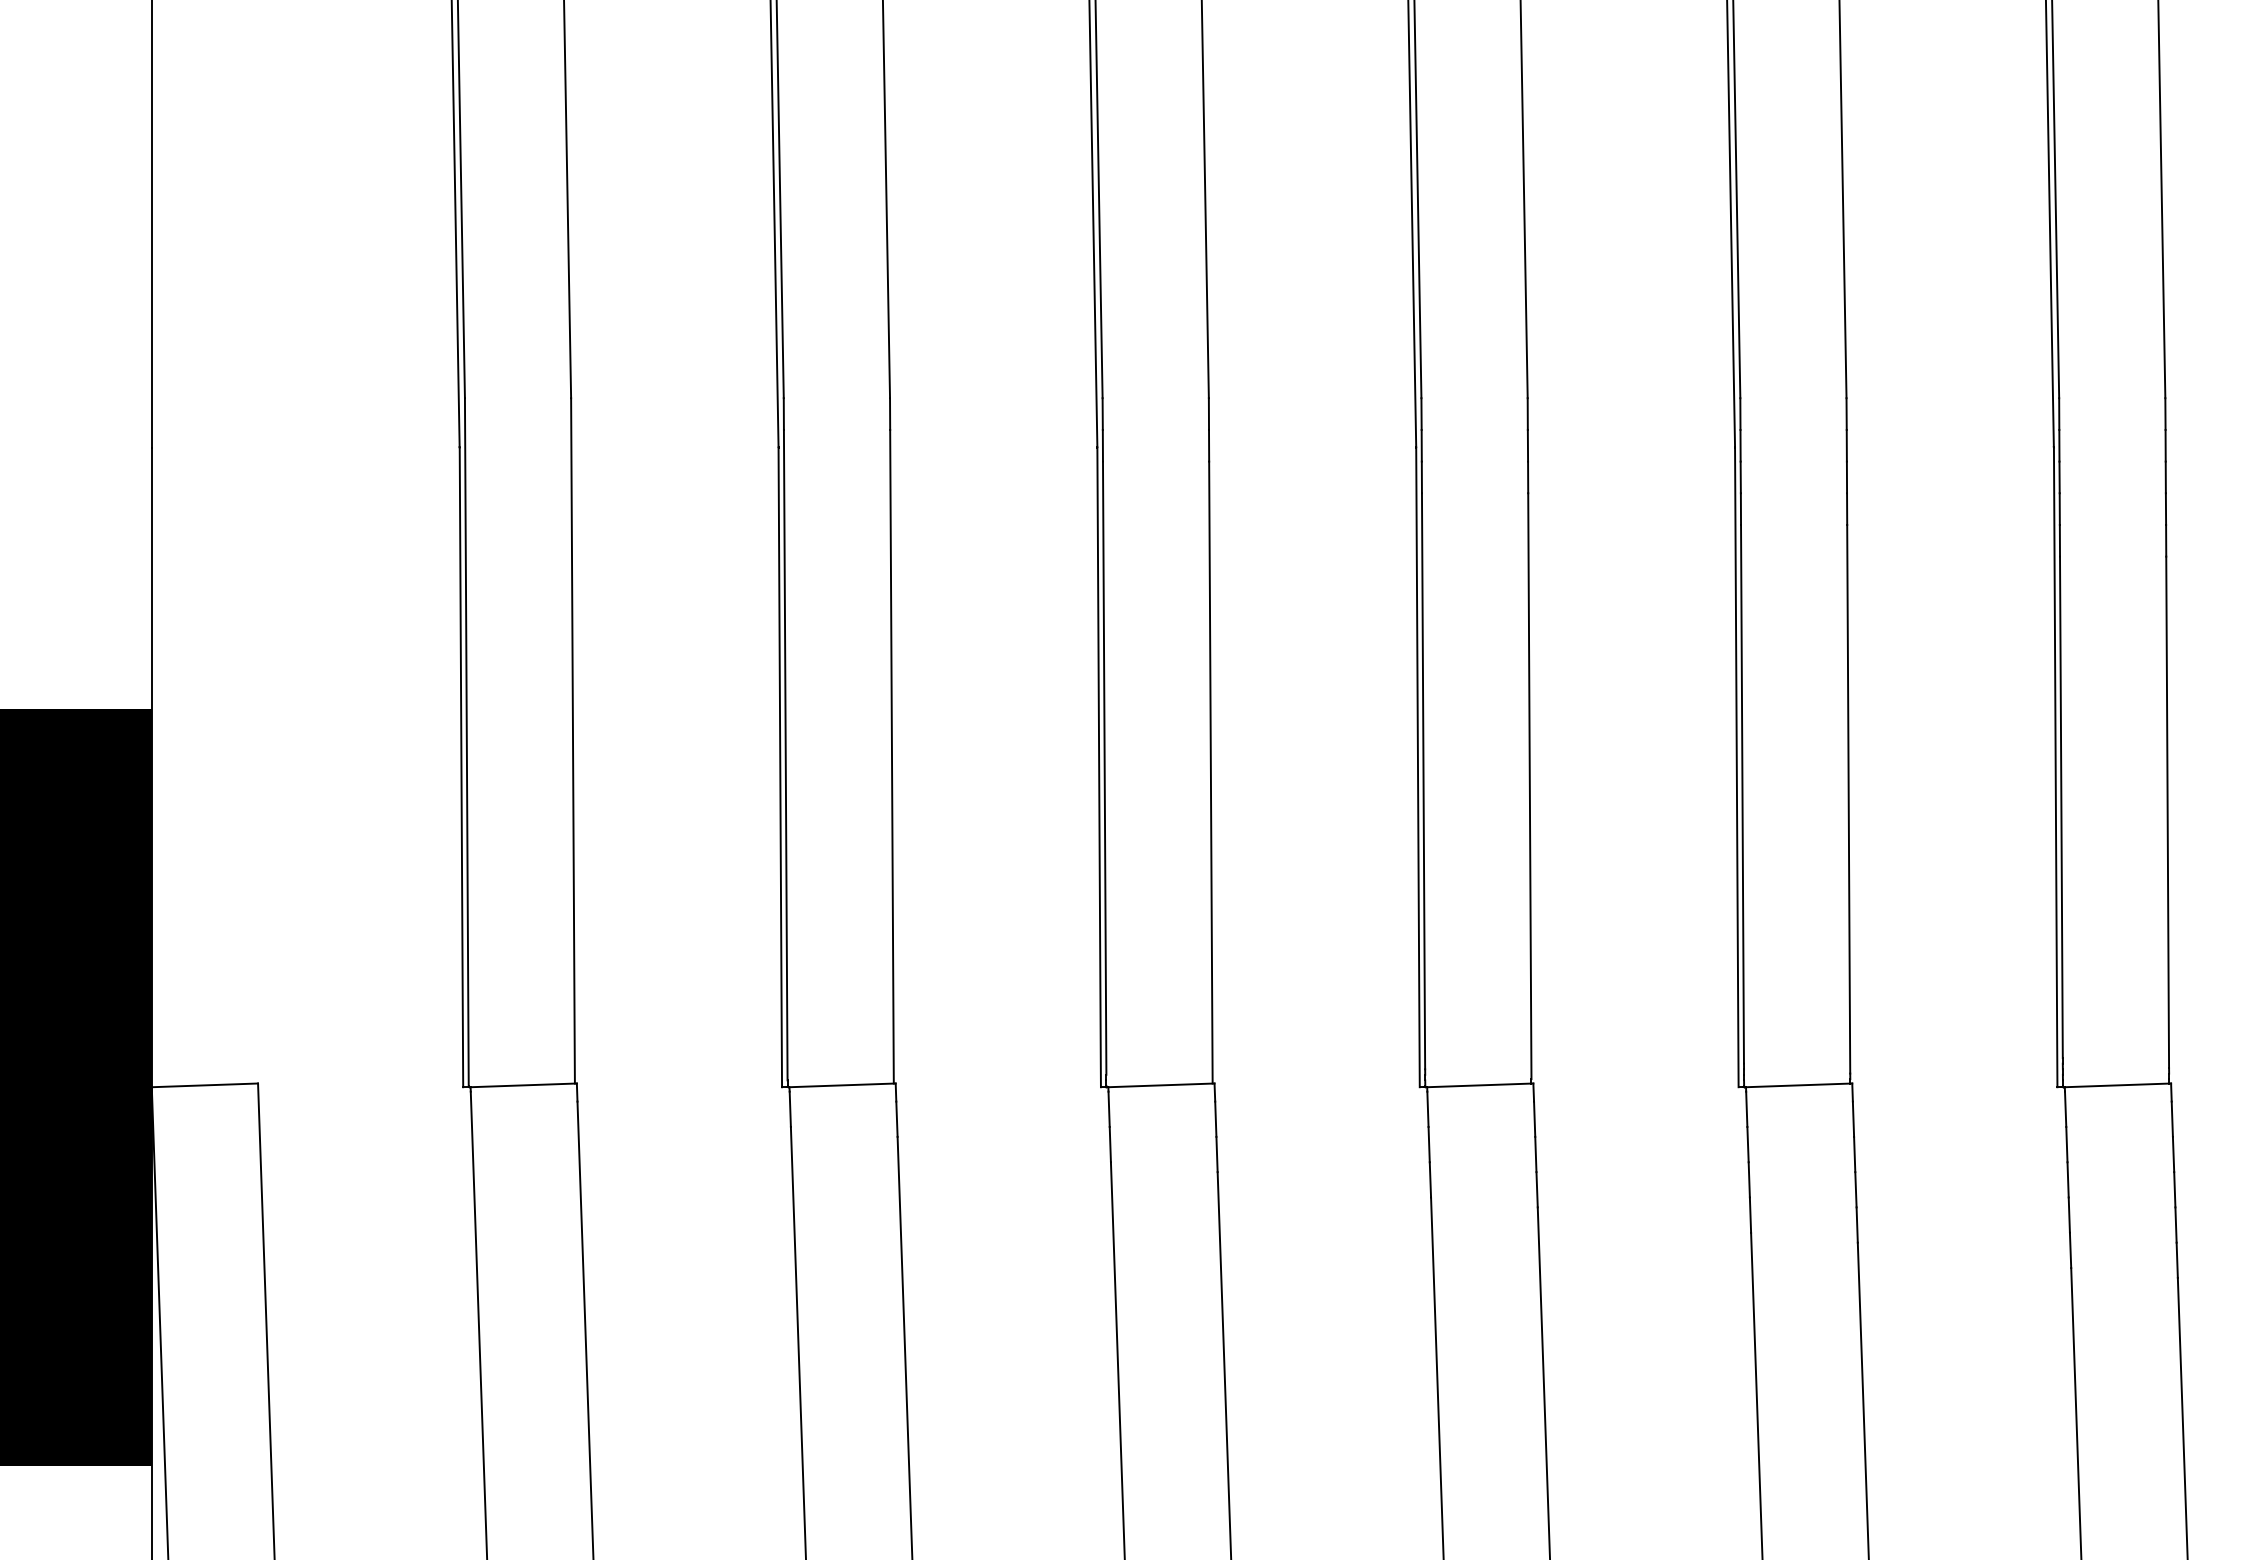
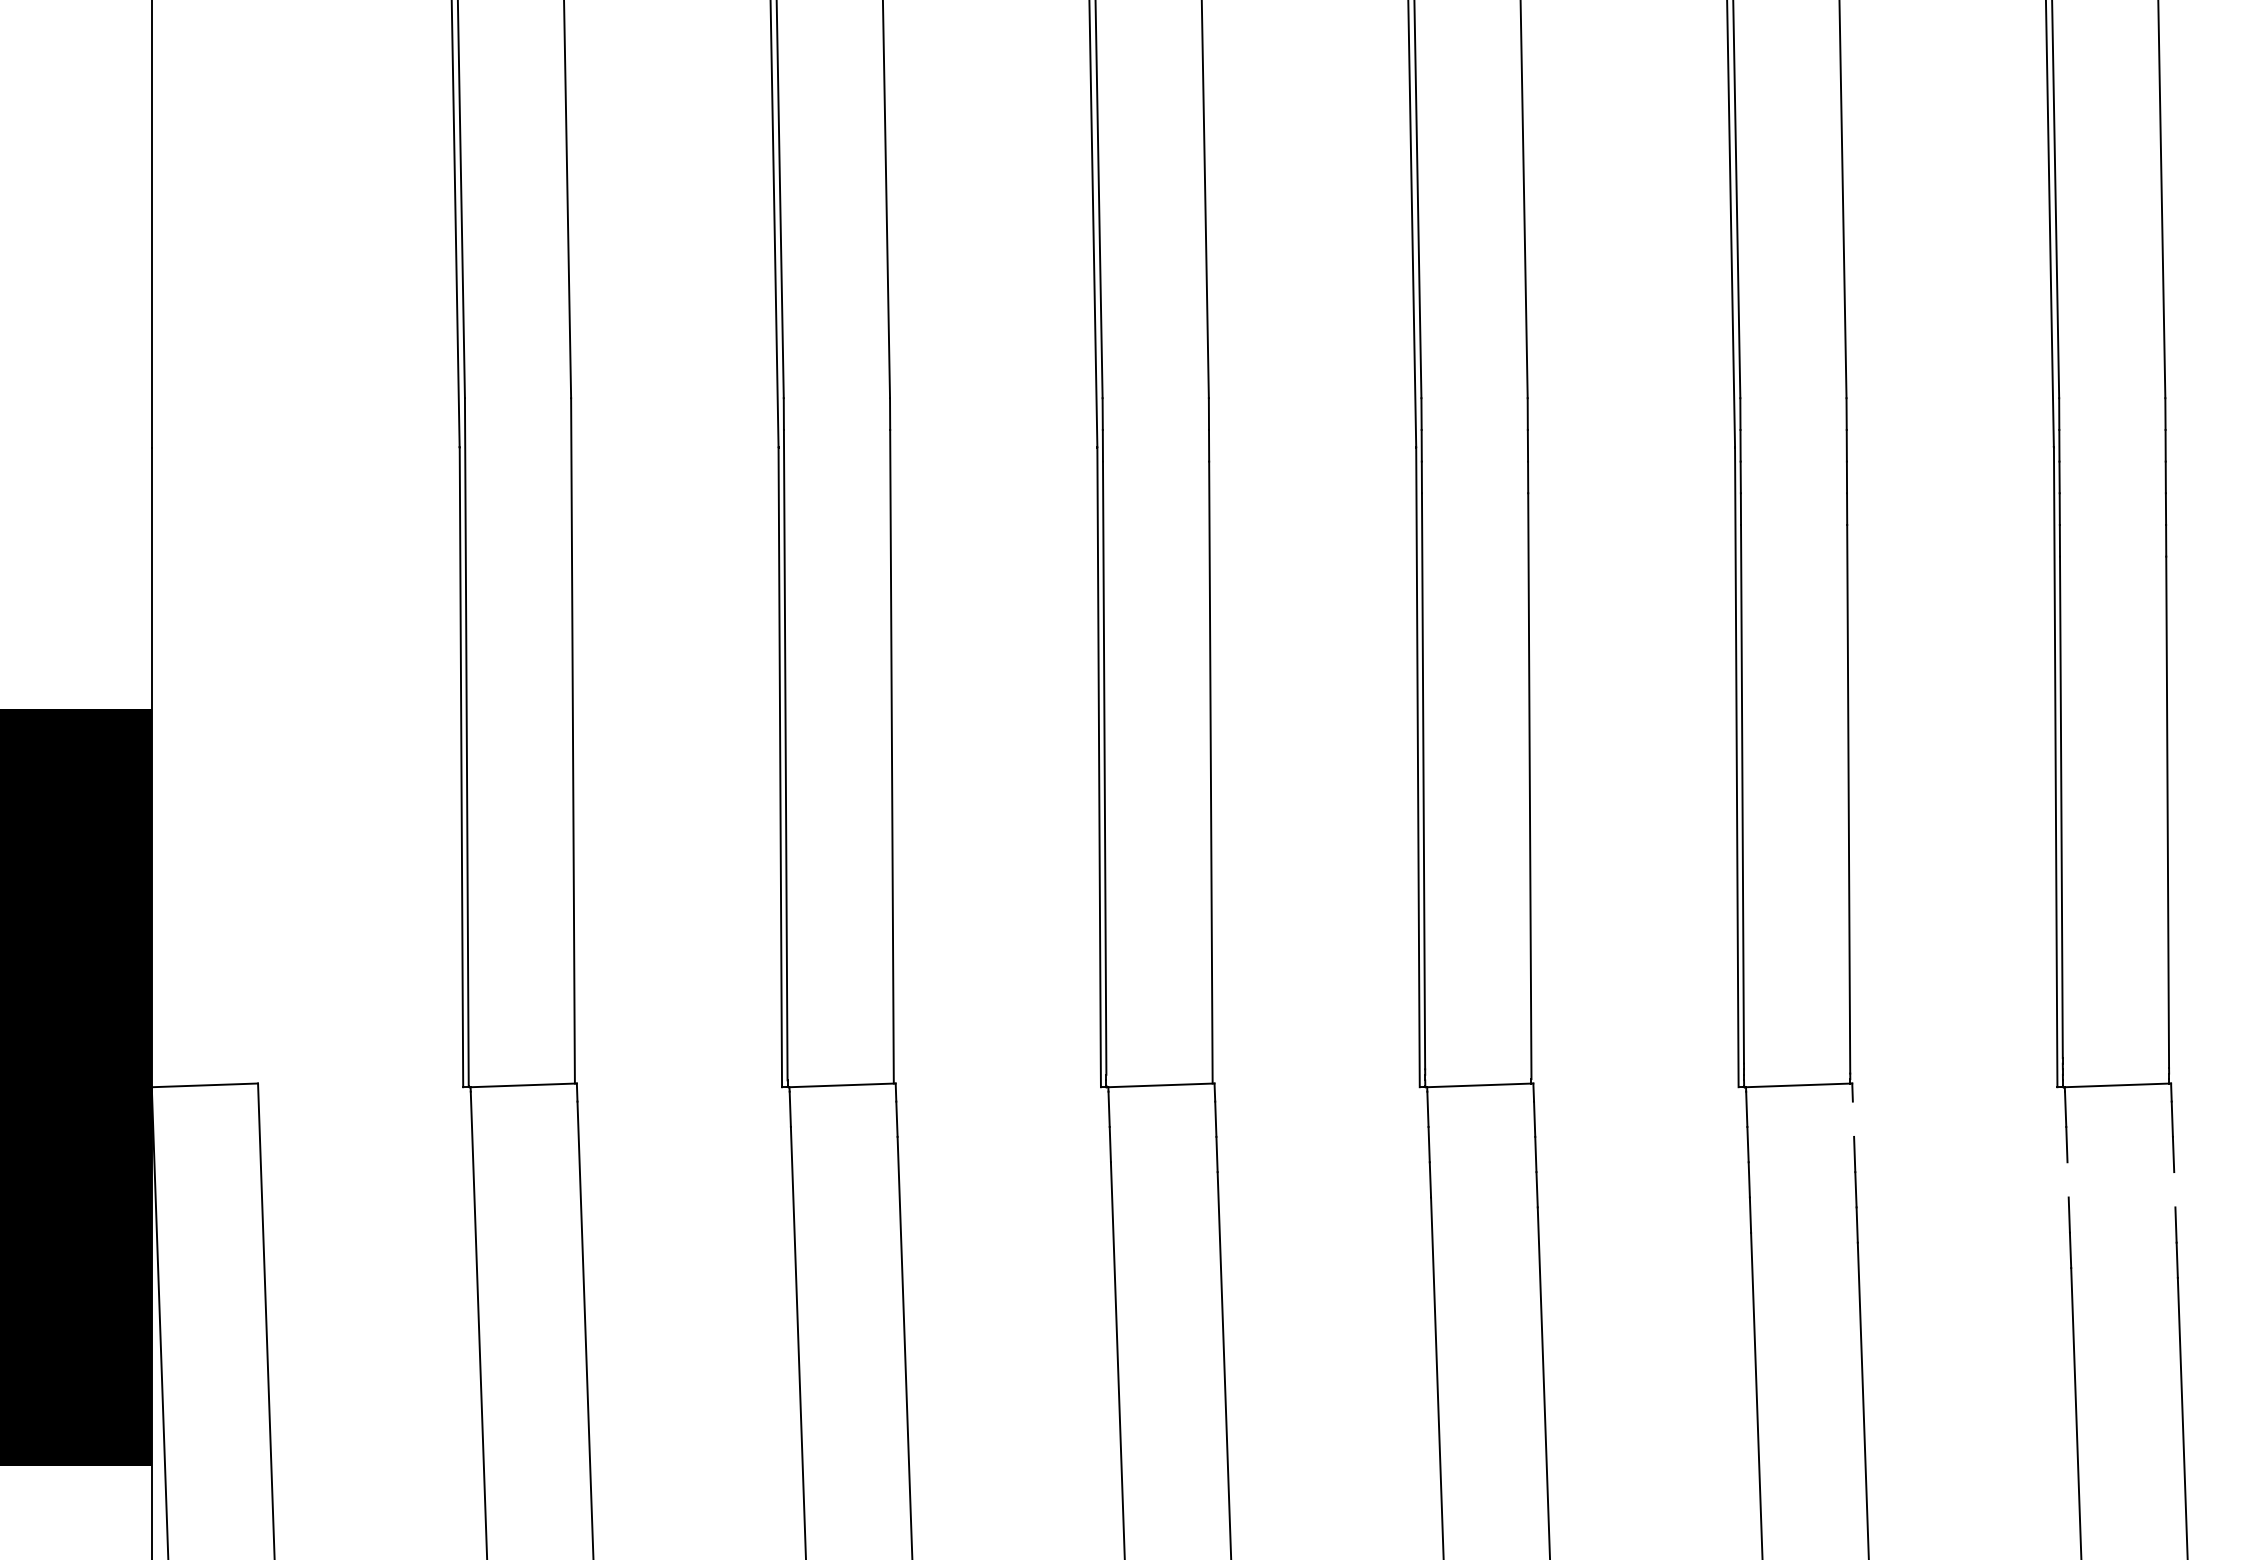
line at (1853, 1118): present -> none
line at (2067, 1179): present -> none
line at (2174, 1189): present -> none
